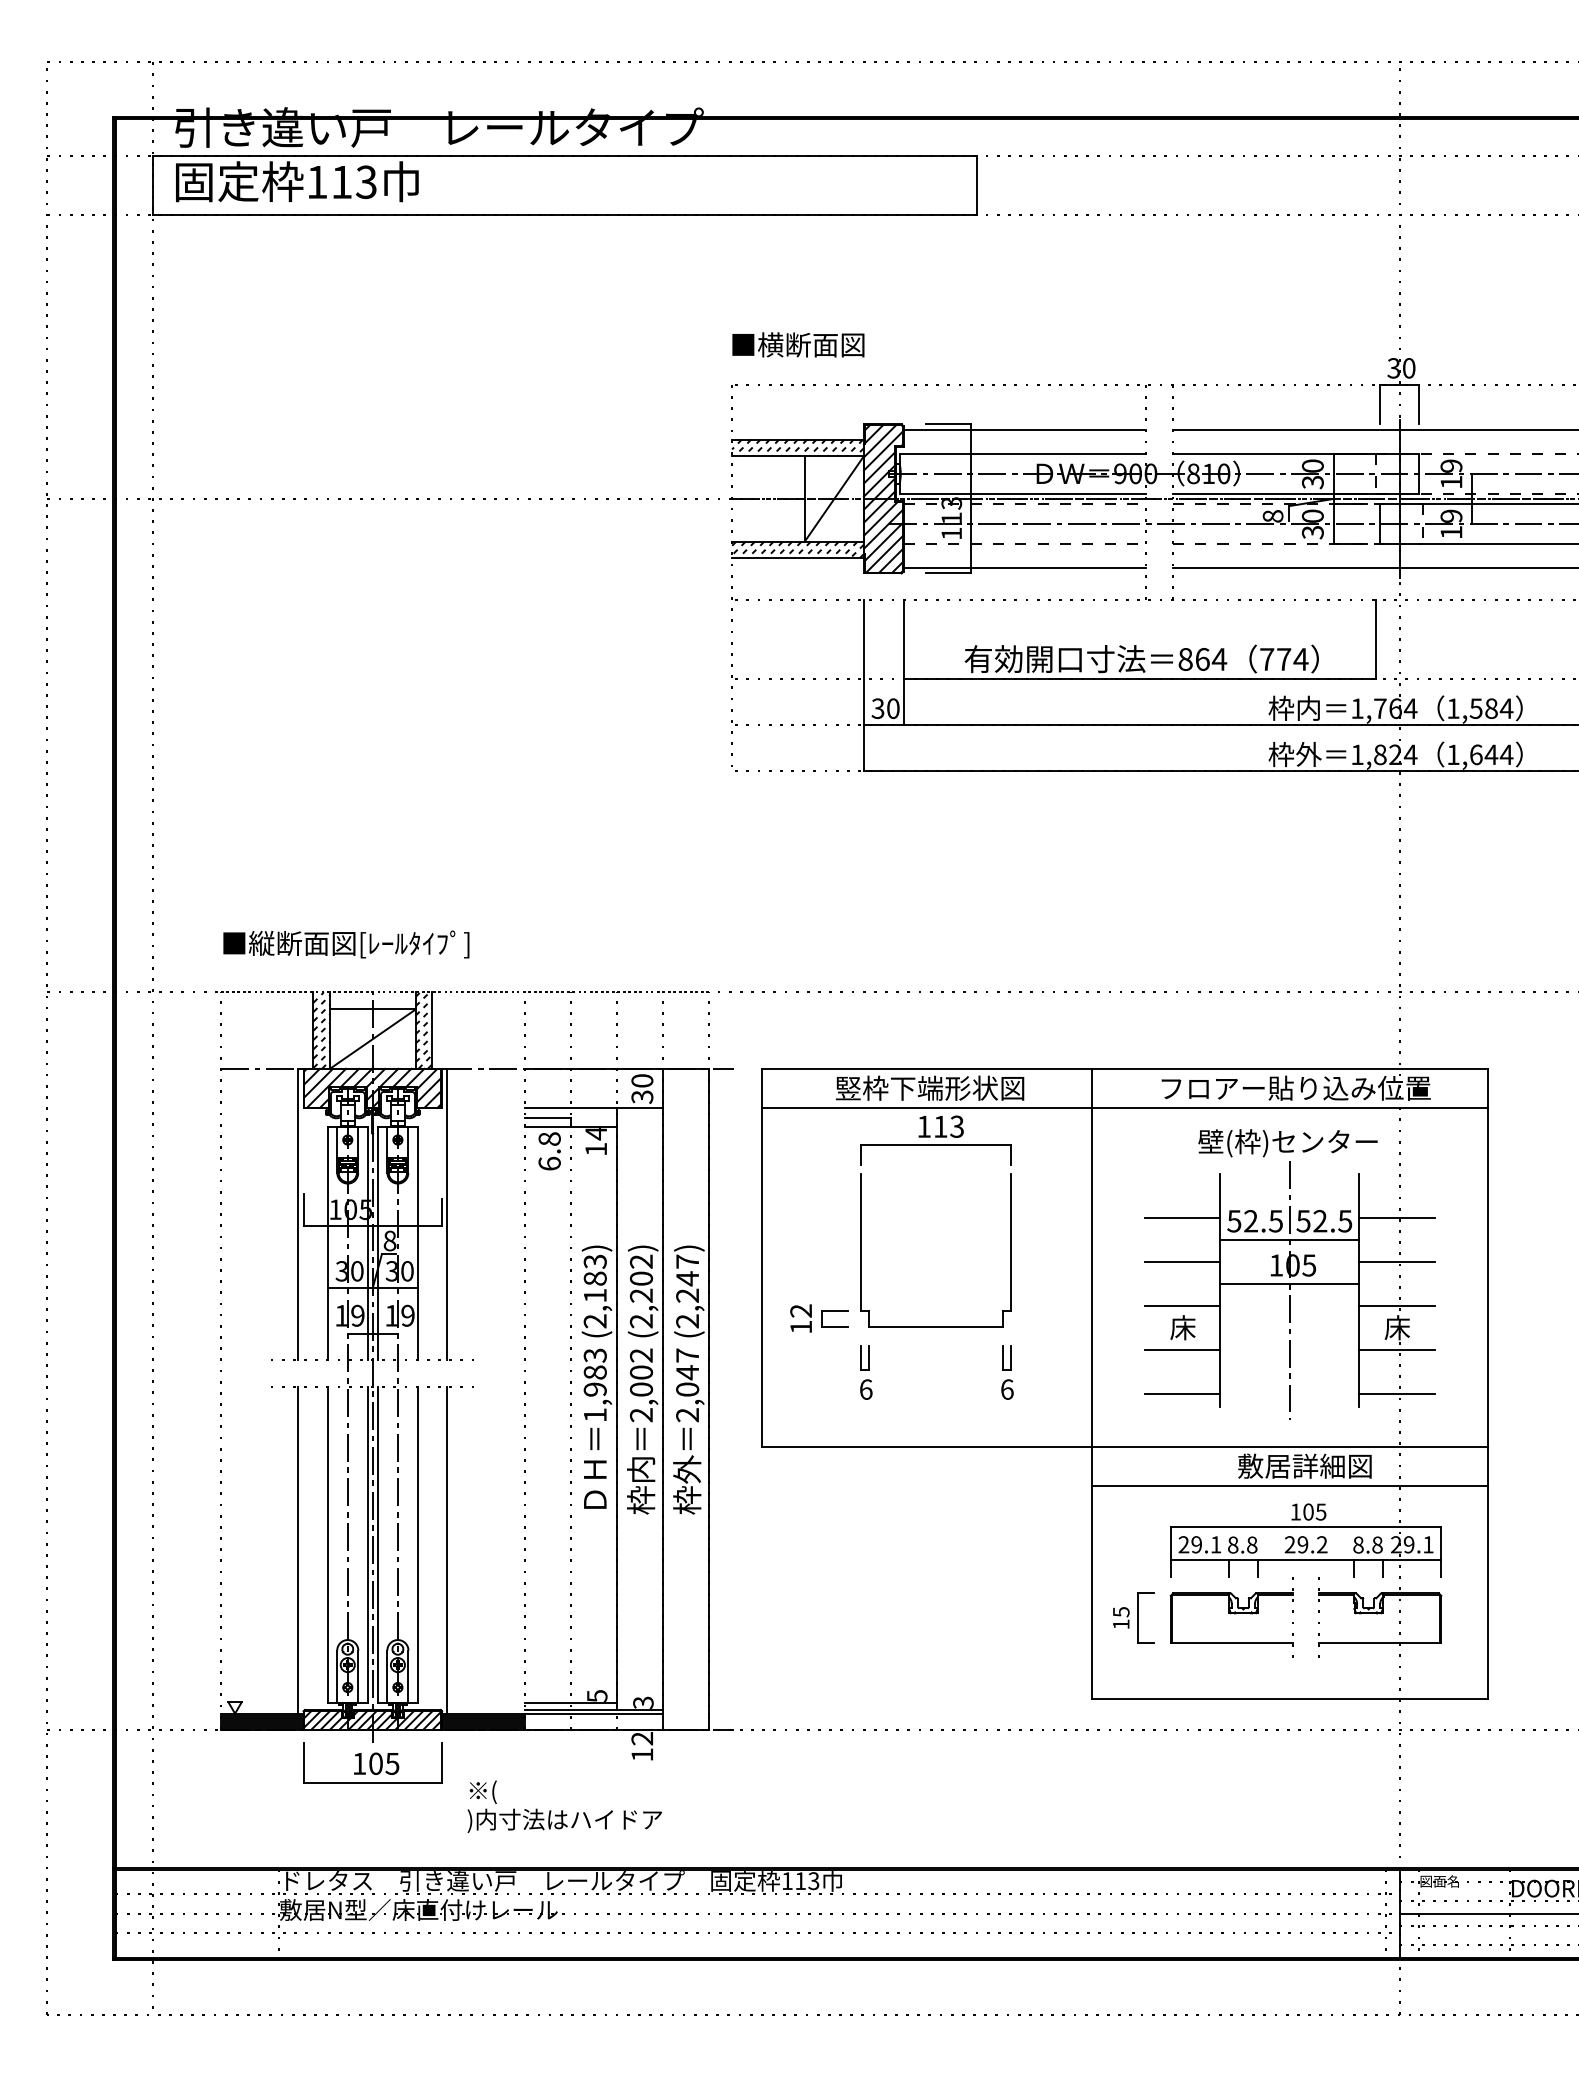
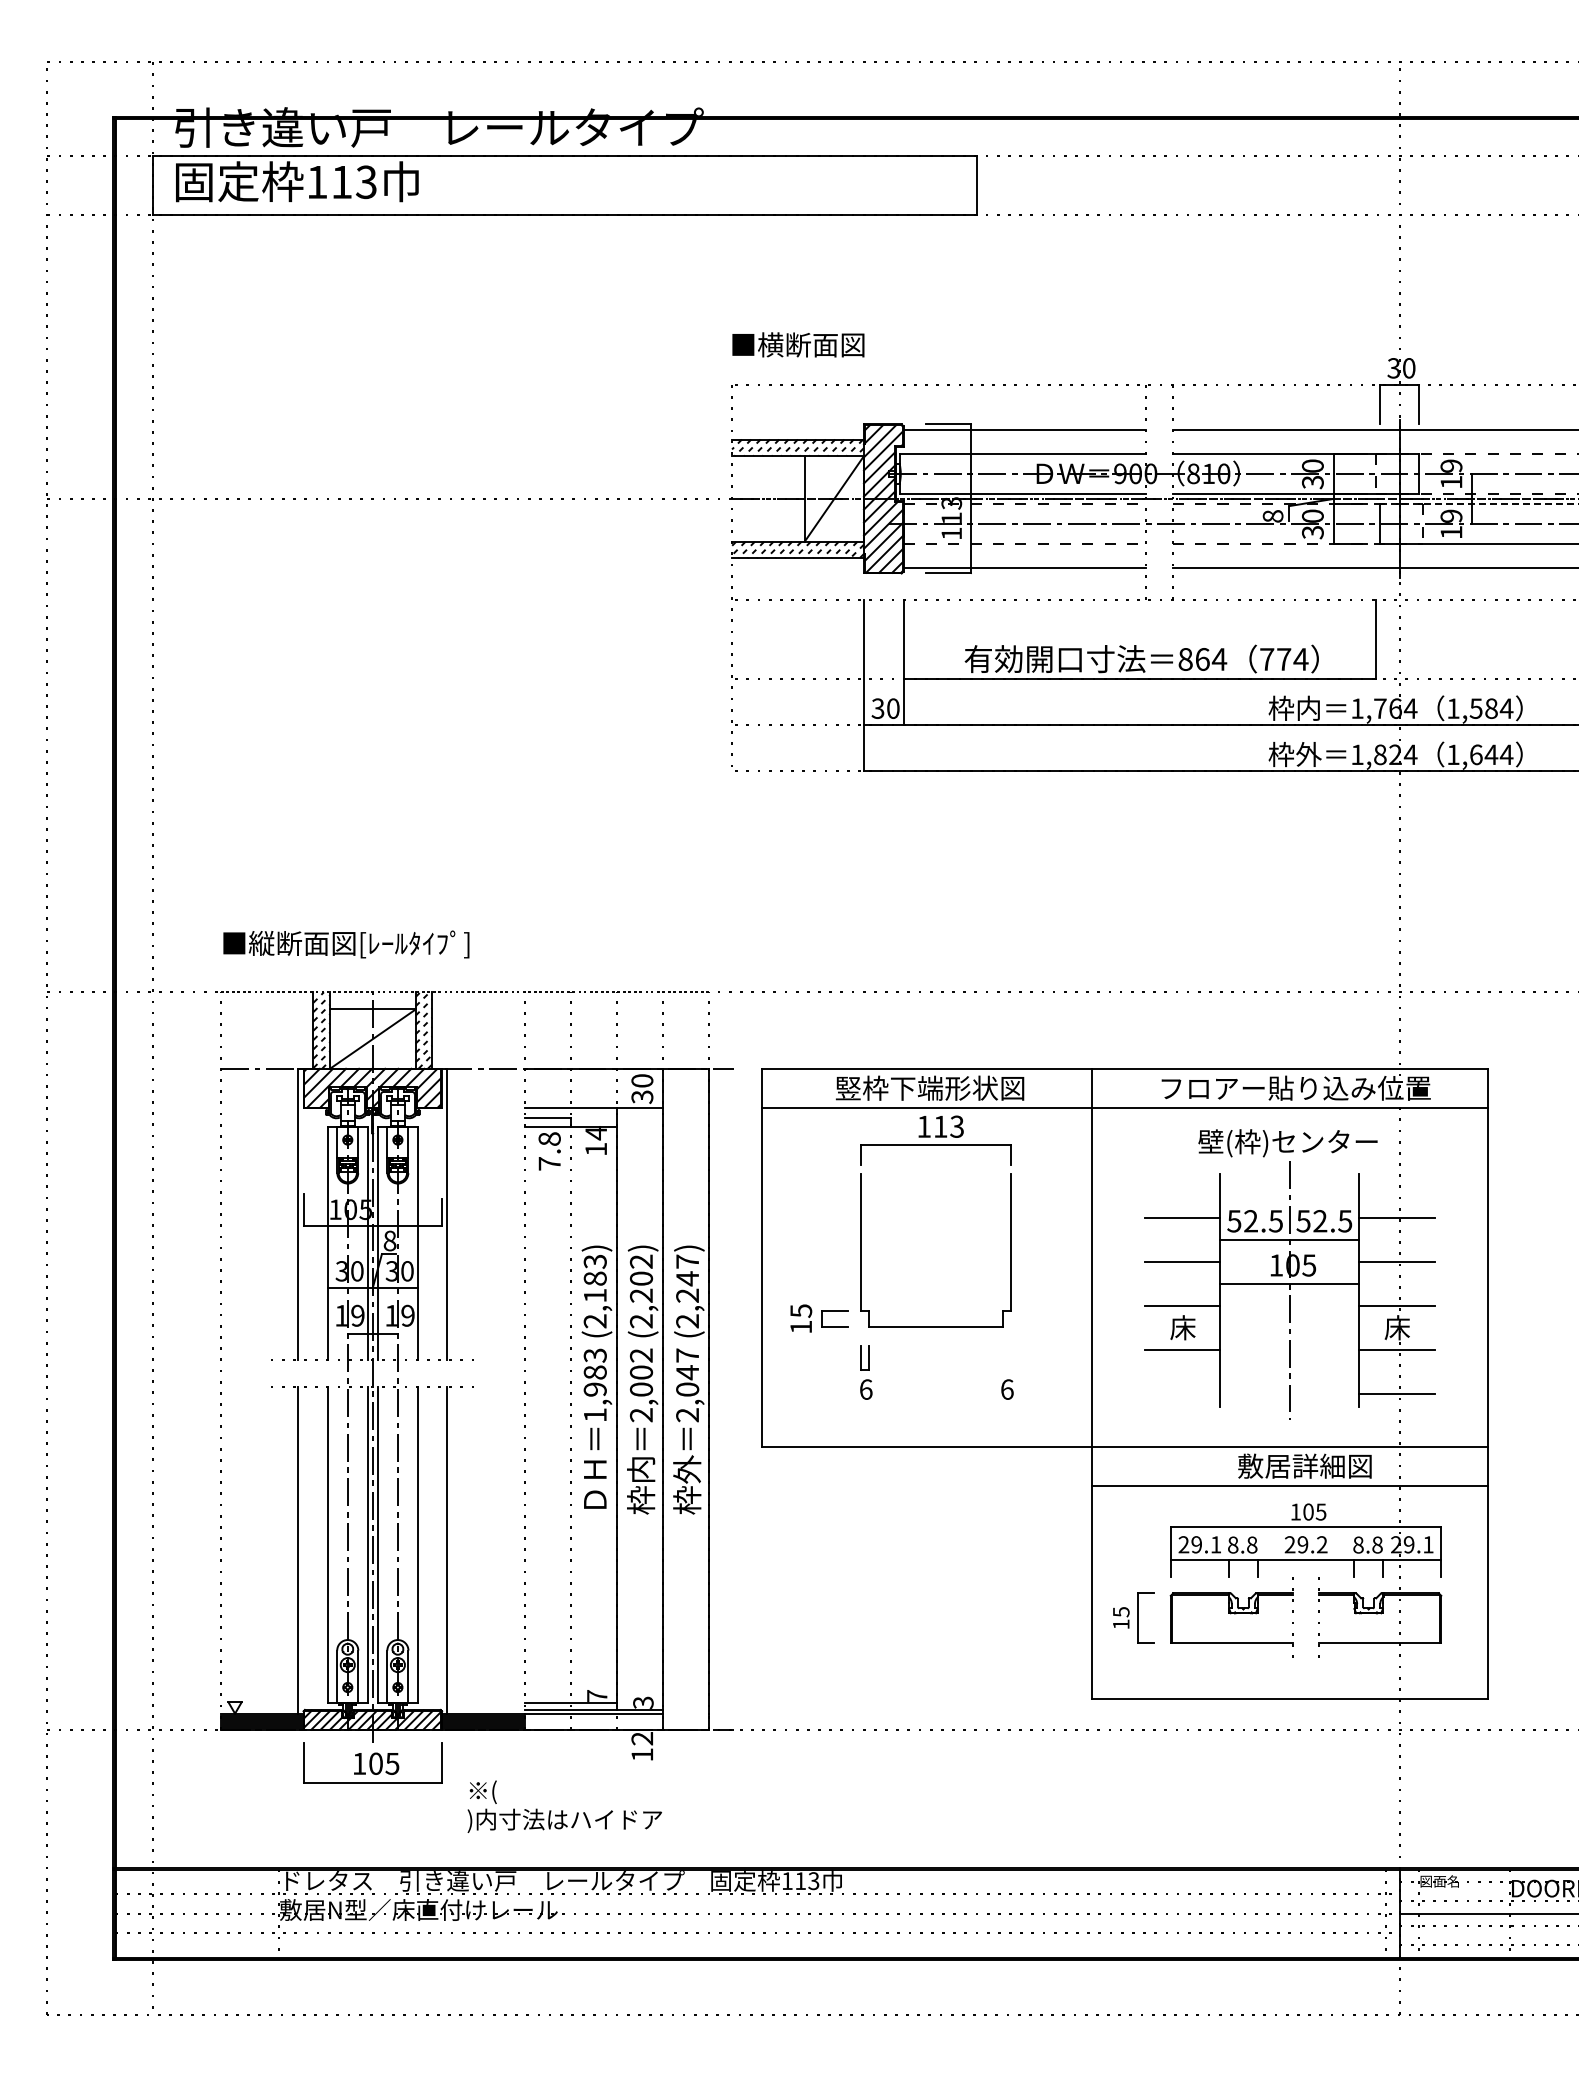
line at (1479, 504): solid -> dashed
text at (549, 1163): 6.8 -> 7.8
text at (801, 1310): 12 -> 15
part at (1006, 1357): present -> none
line at (1182, 1394): present -> none
text at (597, 1695): 5 -> 7
